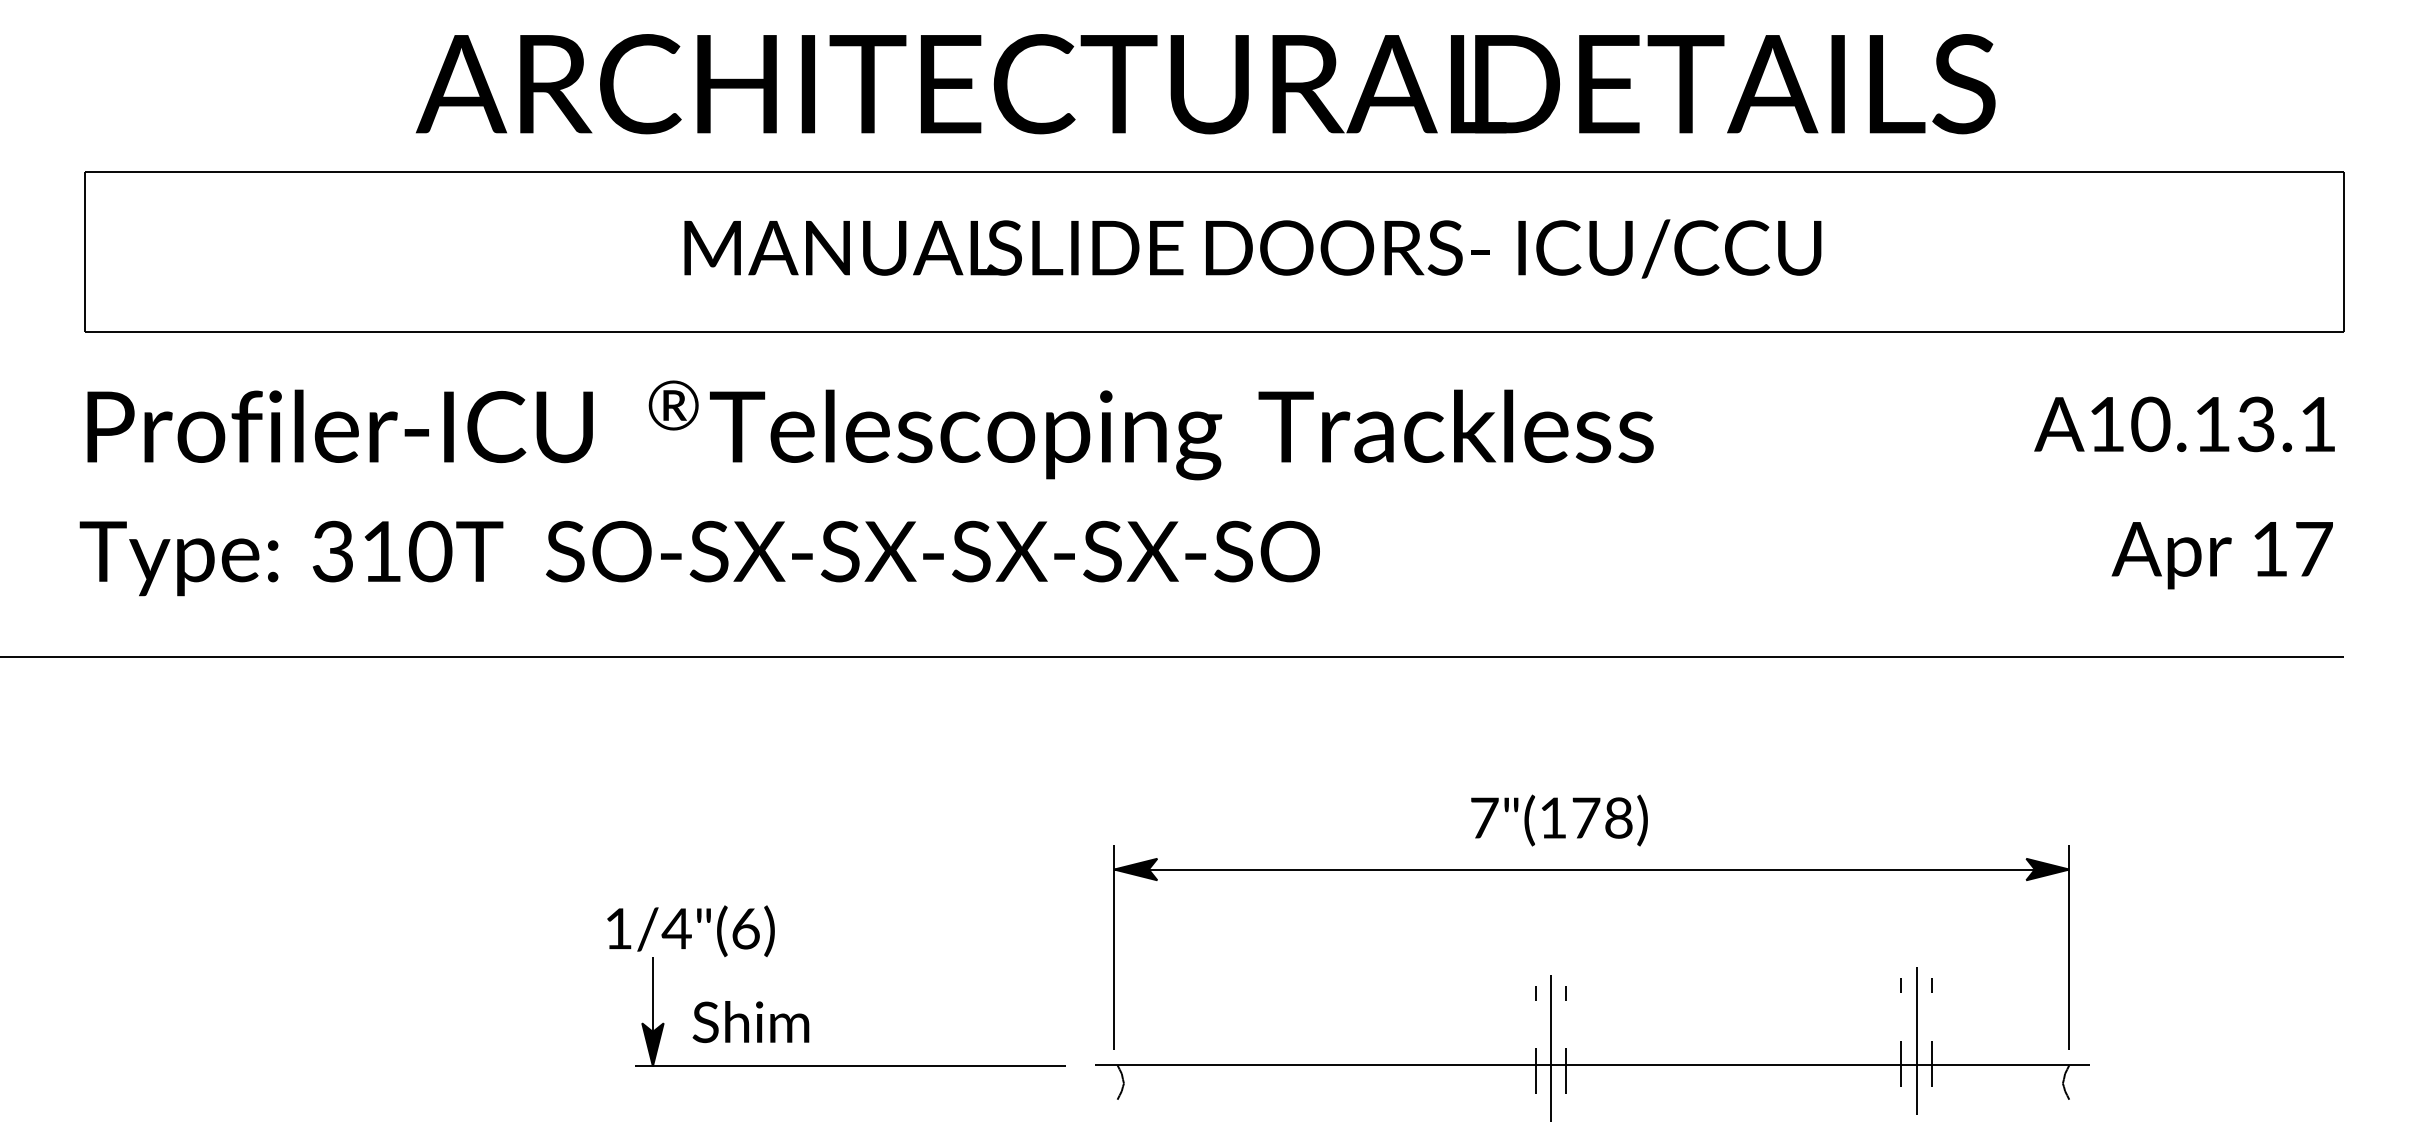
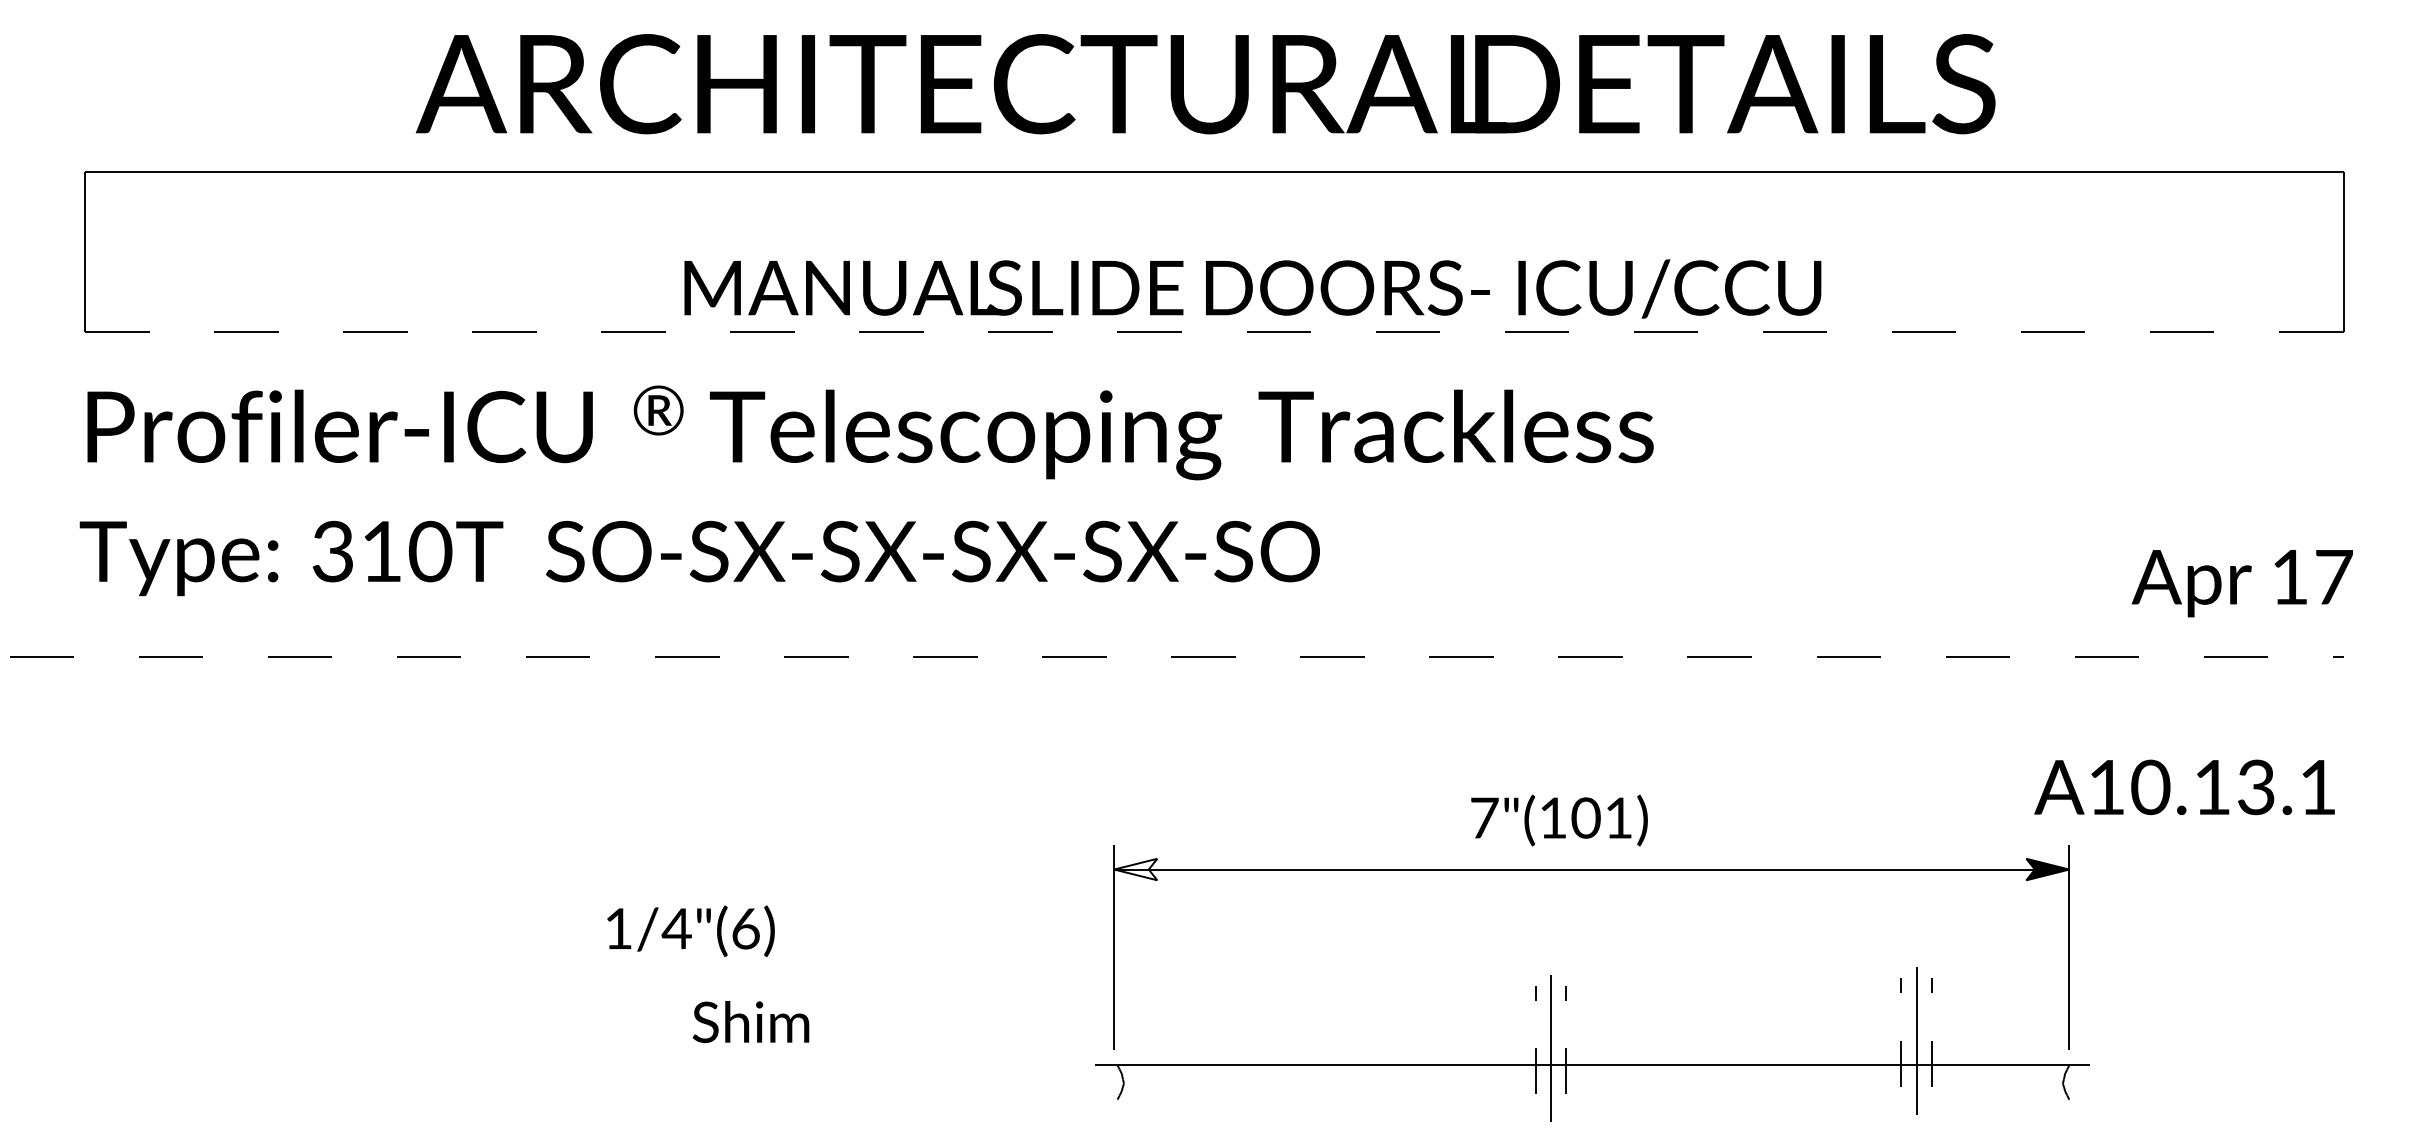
text at (1252, 248) position: (1252, 248) -> (1252, 288)
line at (1213, 332): solid -> dashed
text at (673, 405) position: (673, 405) -> (658, 410)
text at (2184, 424) position: (2184, 424) -> (2184, 787)
text at (2221, 555) position: (2221, 555) -> (2241, 583)
line at (1172, 657): solid -> dashed
text at (1601, 817): 7"(178) -> 7"(101)
fill at (1135, 869): present -> none
part at (850, 1065): present -> none
